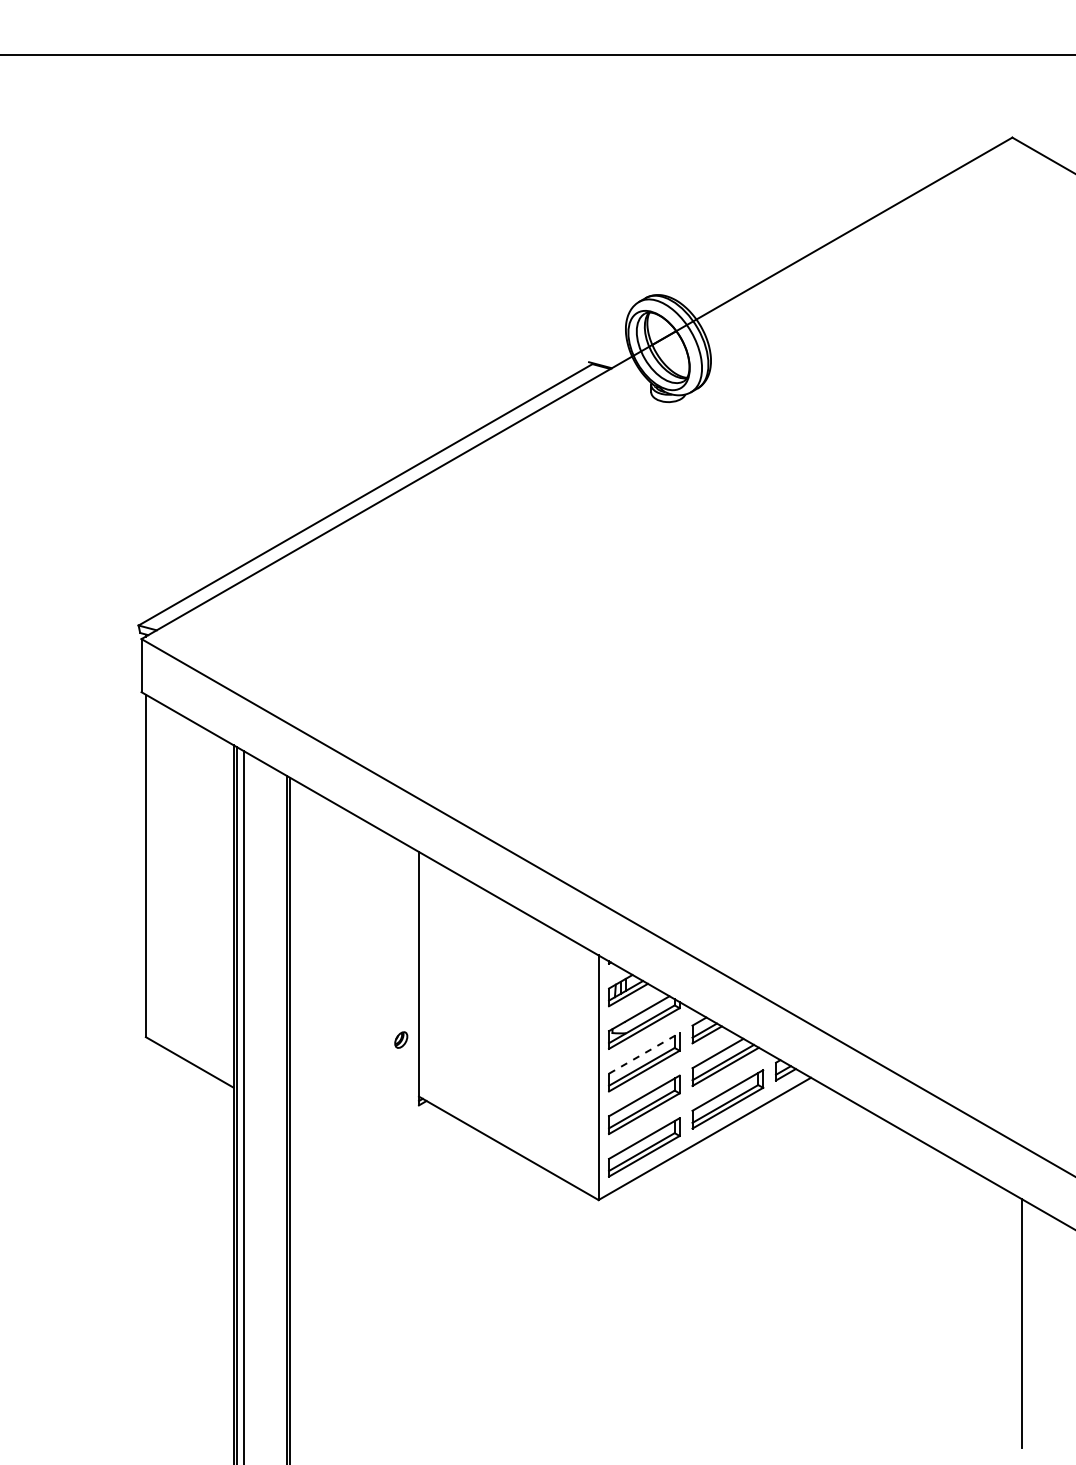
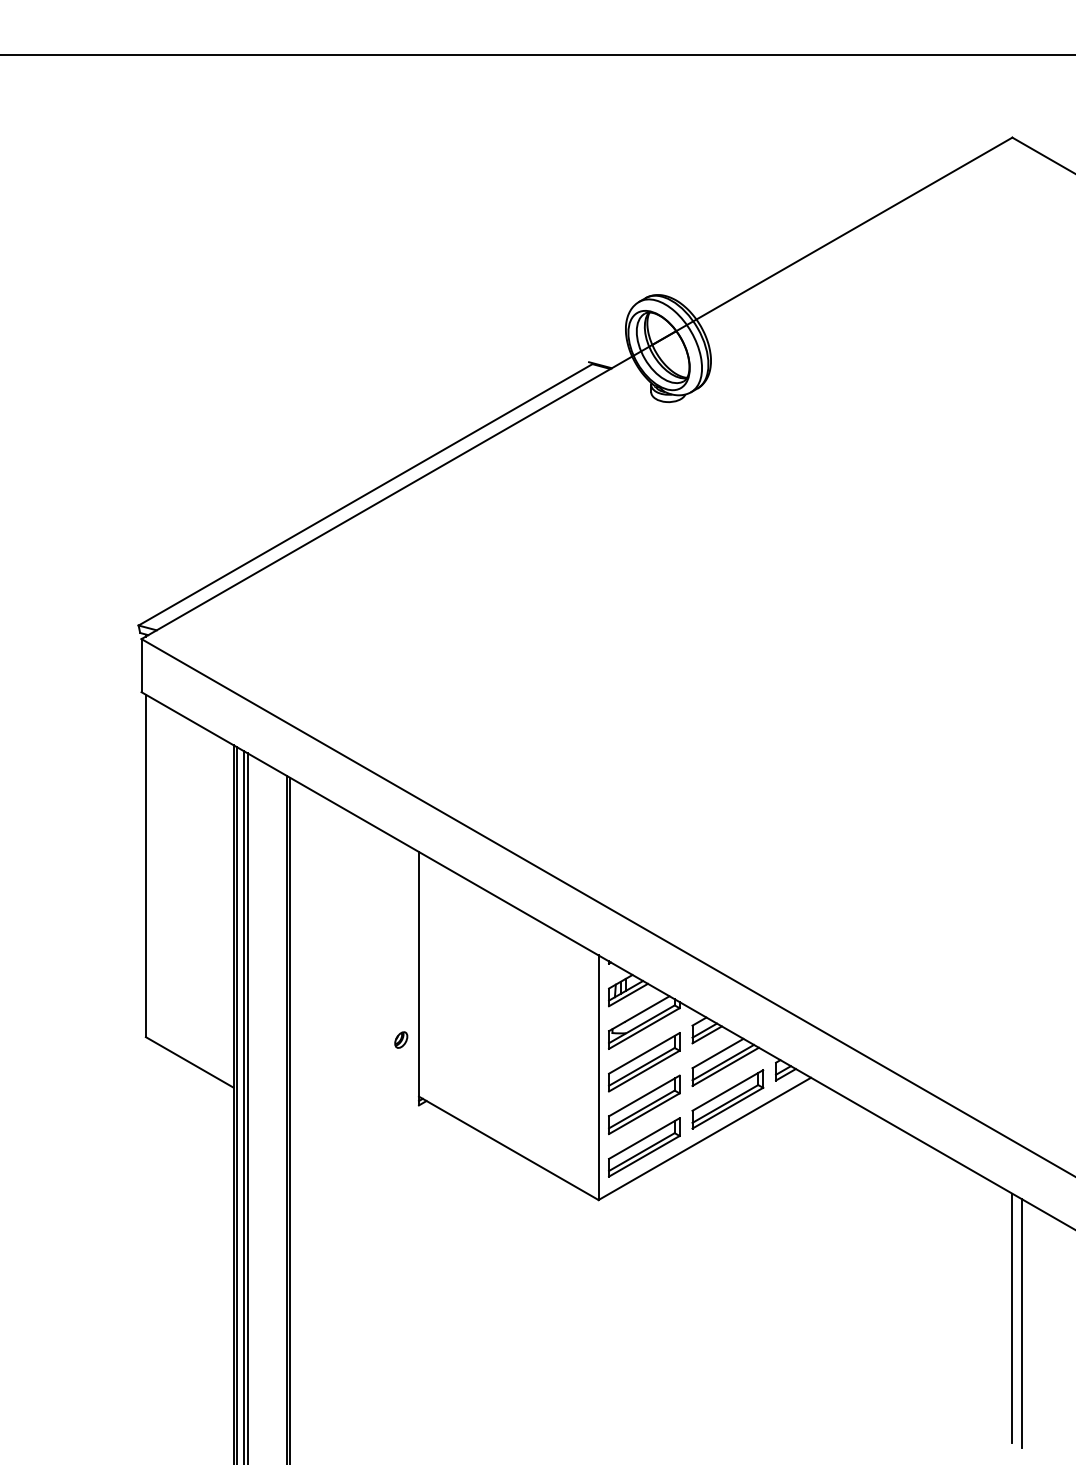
line at (644, 1053): dashed -> solid
line at (247, 1107): none -> present
line at (1012, 1317): none -> present
